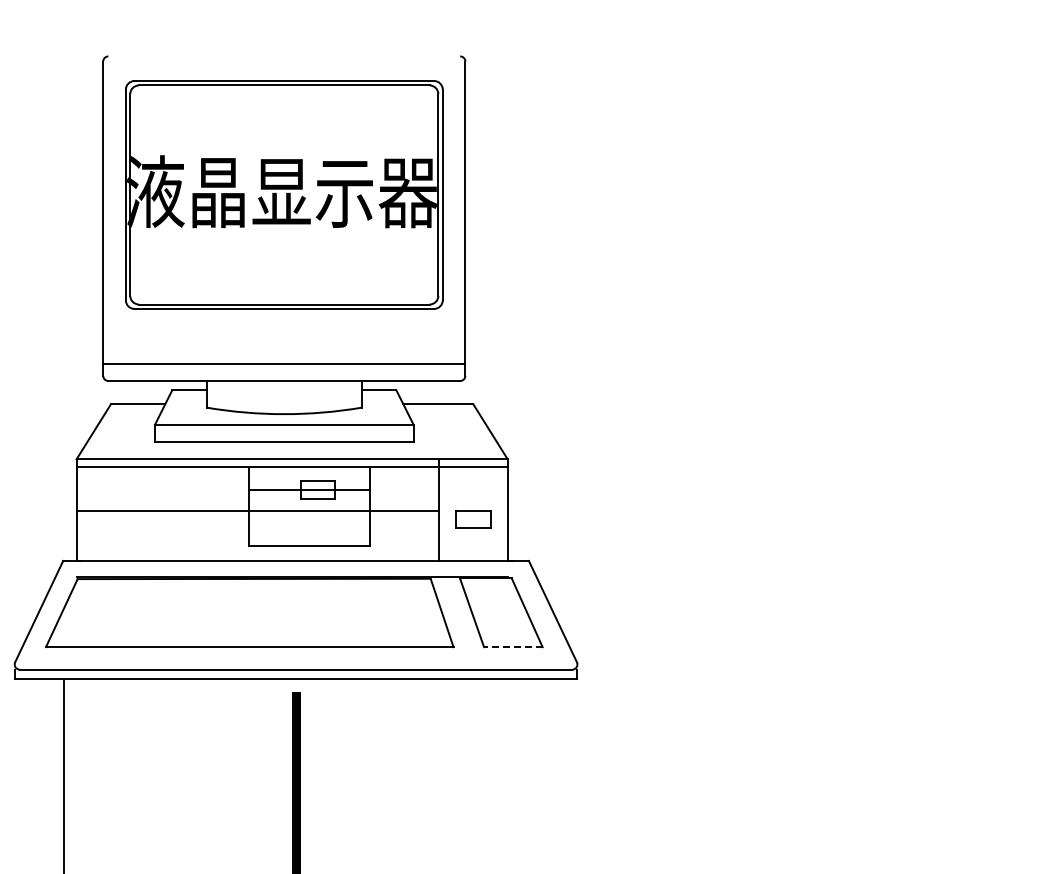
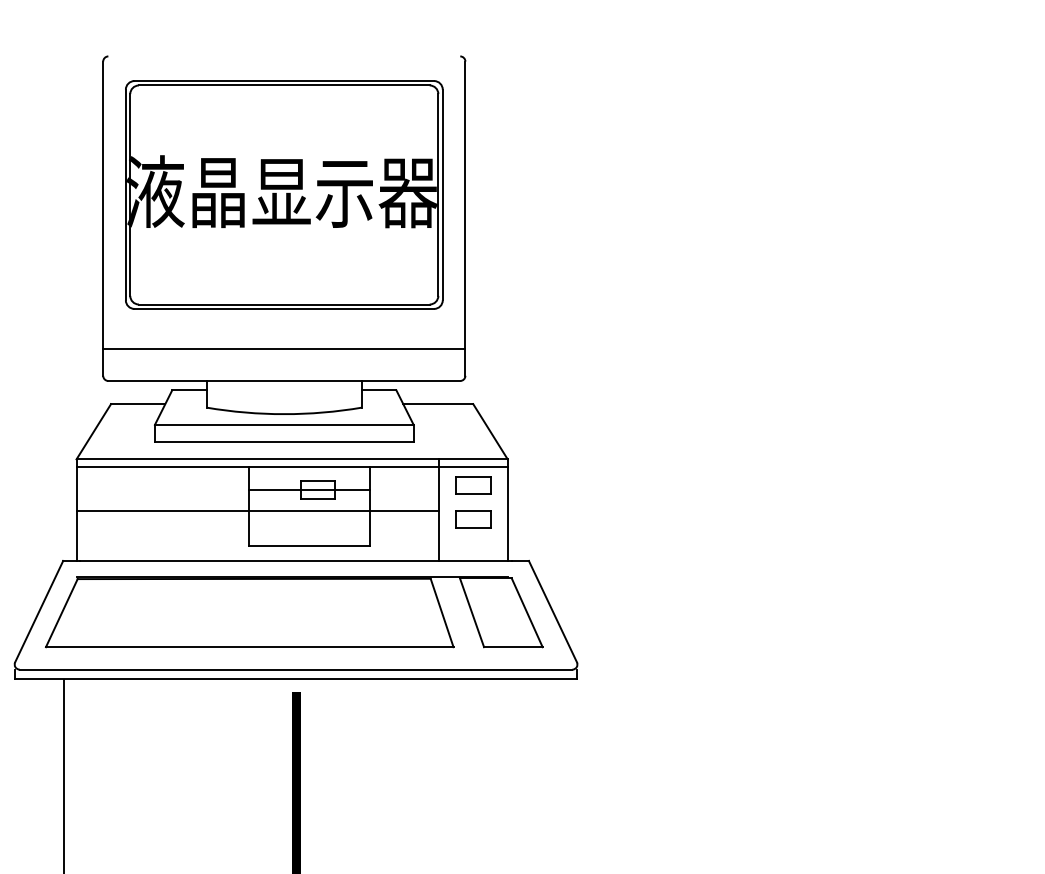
line at (284, 364) position: (284, 364) -> (284, 349)
part at (473, 485): none -> present
line at (512, 647): dashed -> solid
